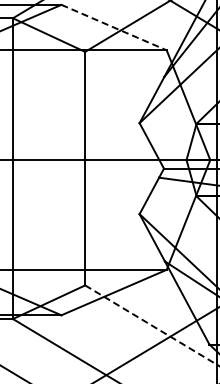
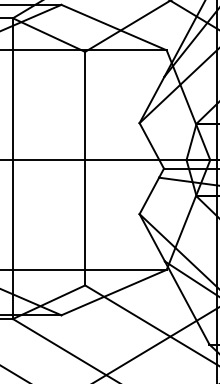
line at (114, 27): dashed -> solid
line at (152, 326): dashed -> solid
